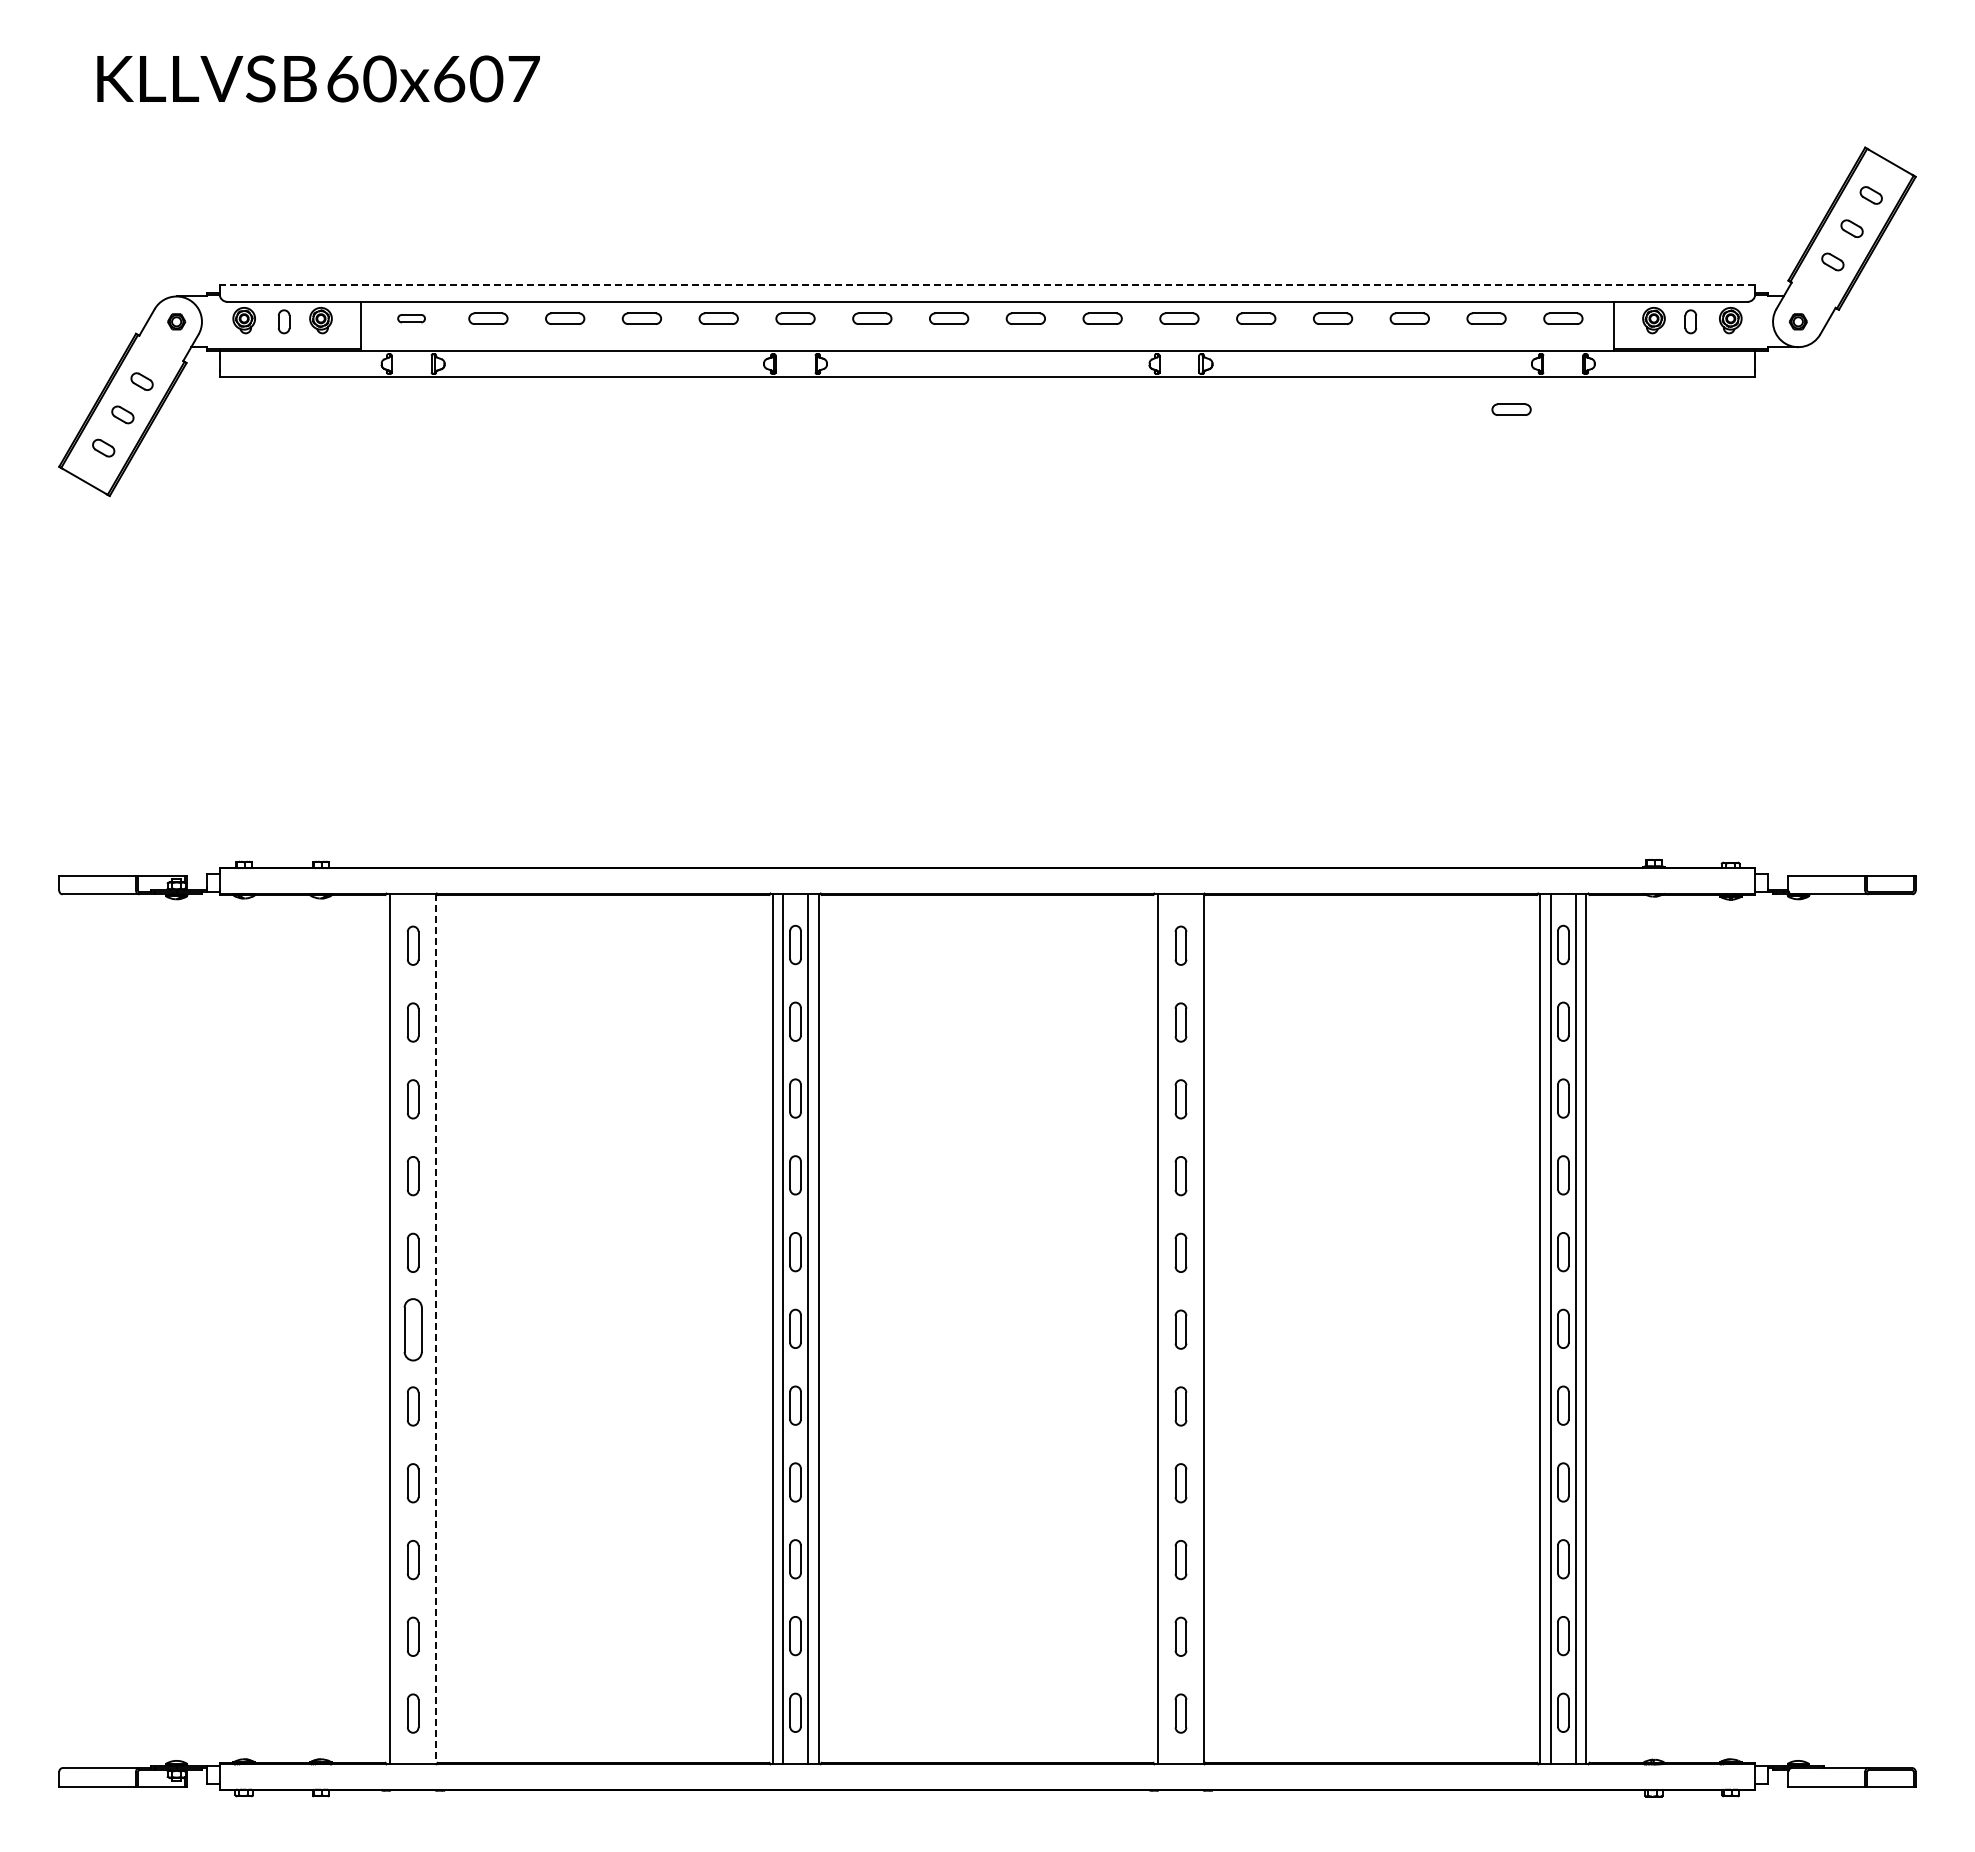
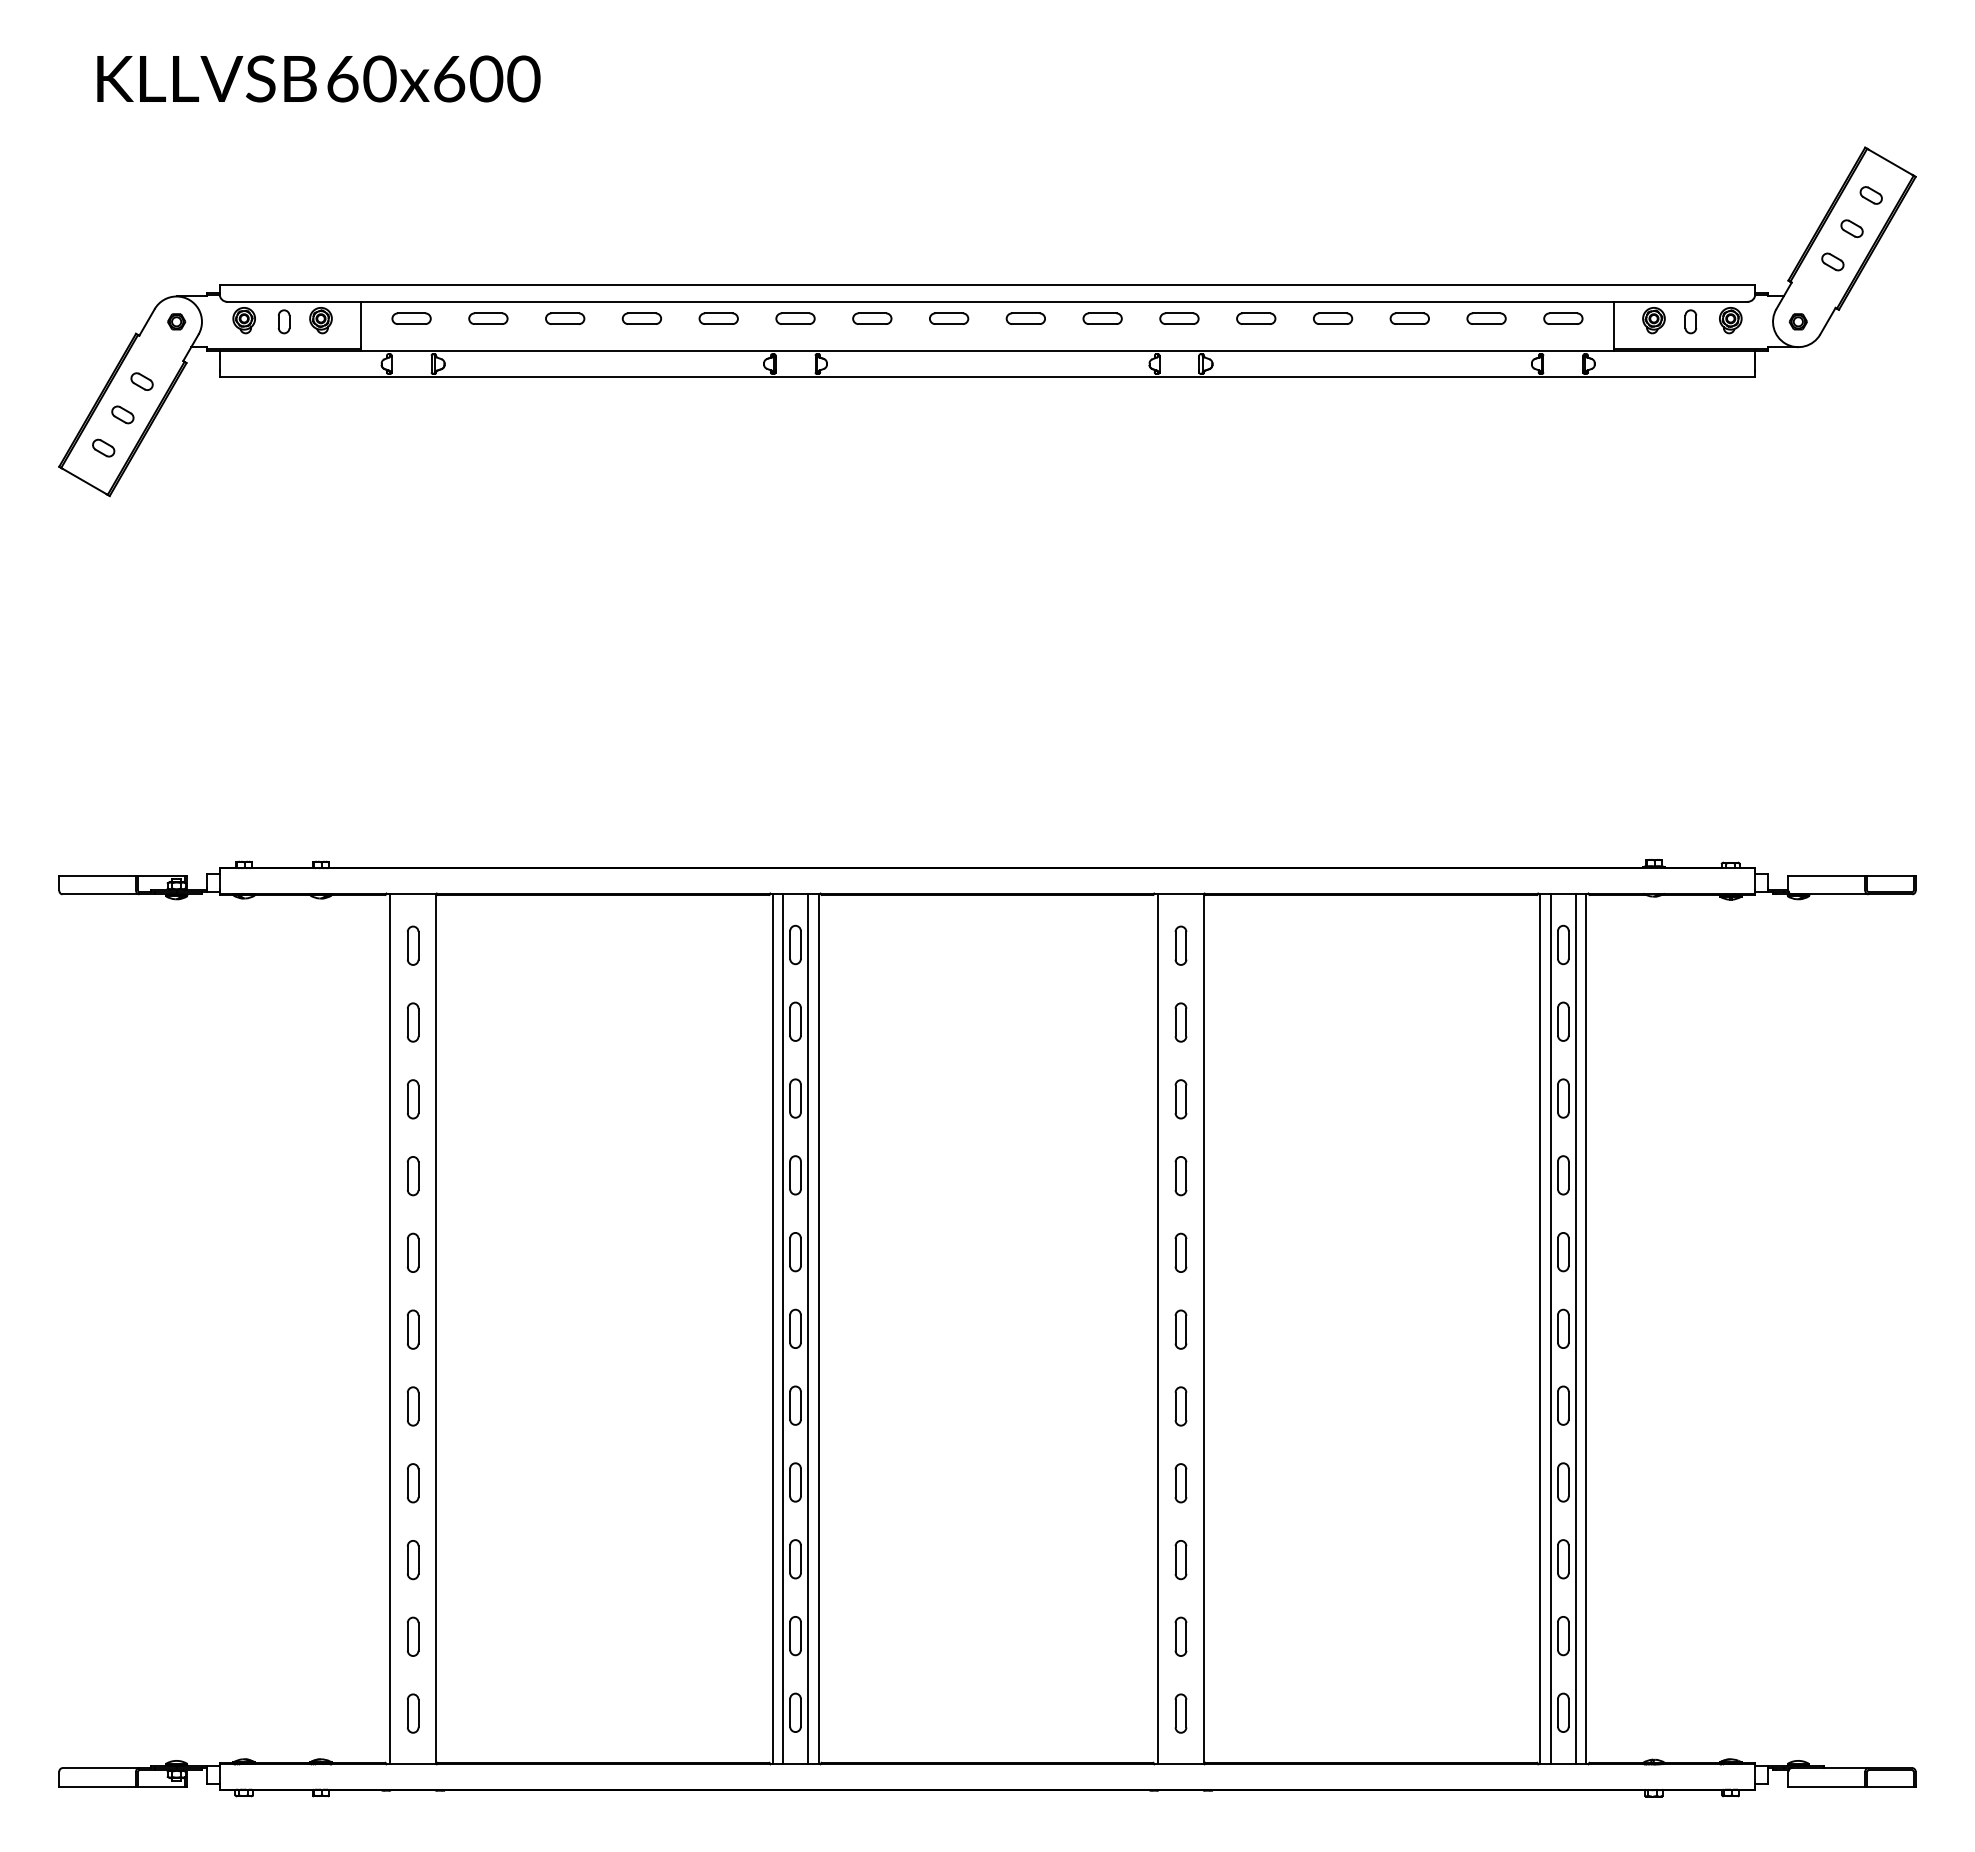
text at (523, 78): 60x607 -> 60x600
line at (987, 284): dashed -> solid
part at (411, 318) size: 29x10 px -> 41x13 px
part at (1511, 409): present -> none
part at (412, 1329) size: 20x64 px -> 14x41 px
line at (436, 1329): dashed -> solid
